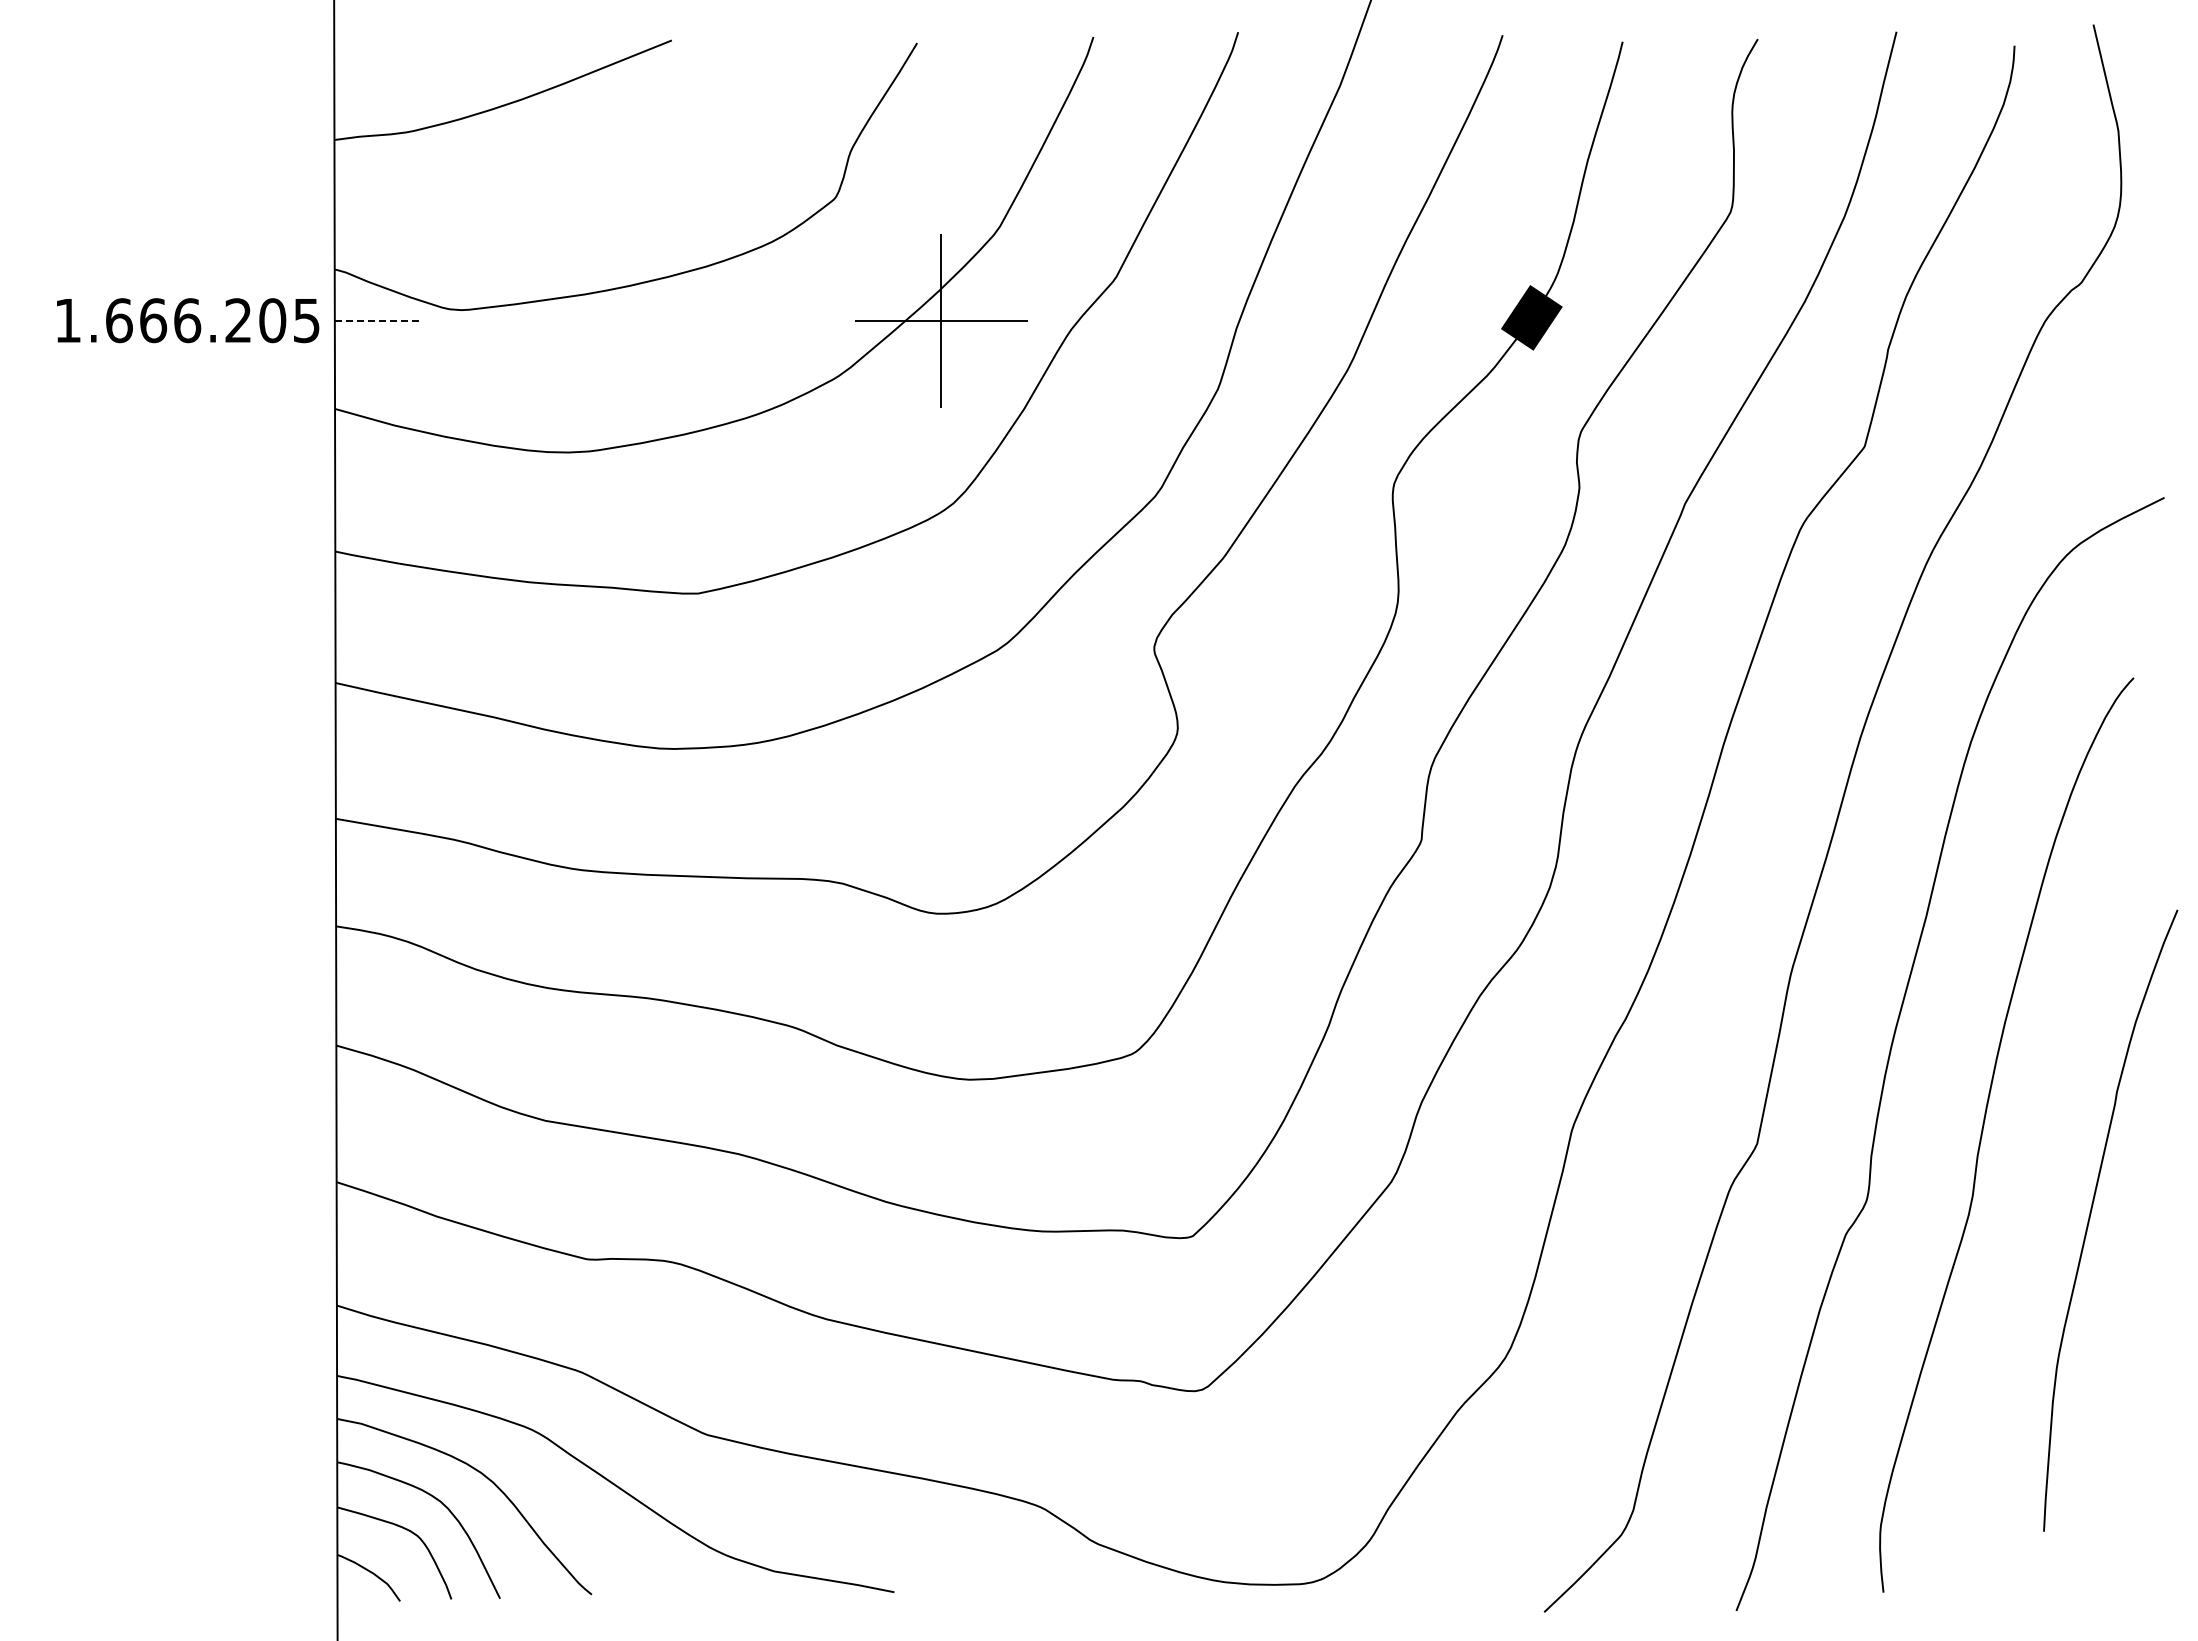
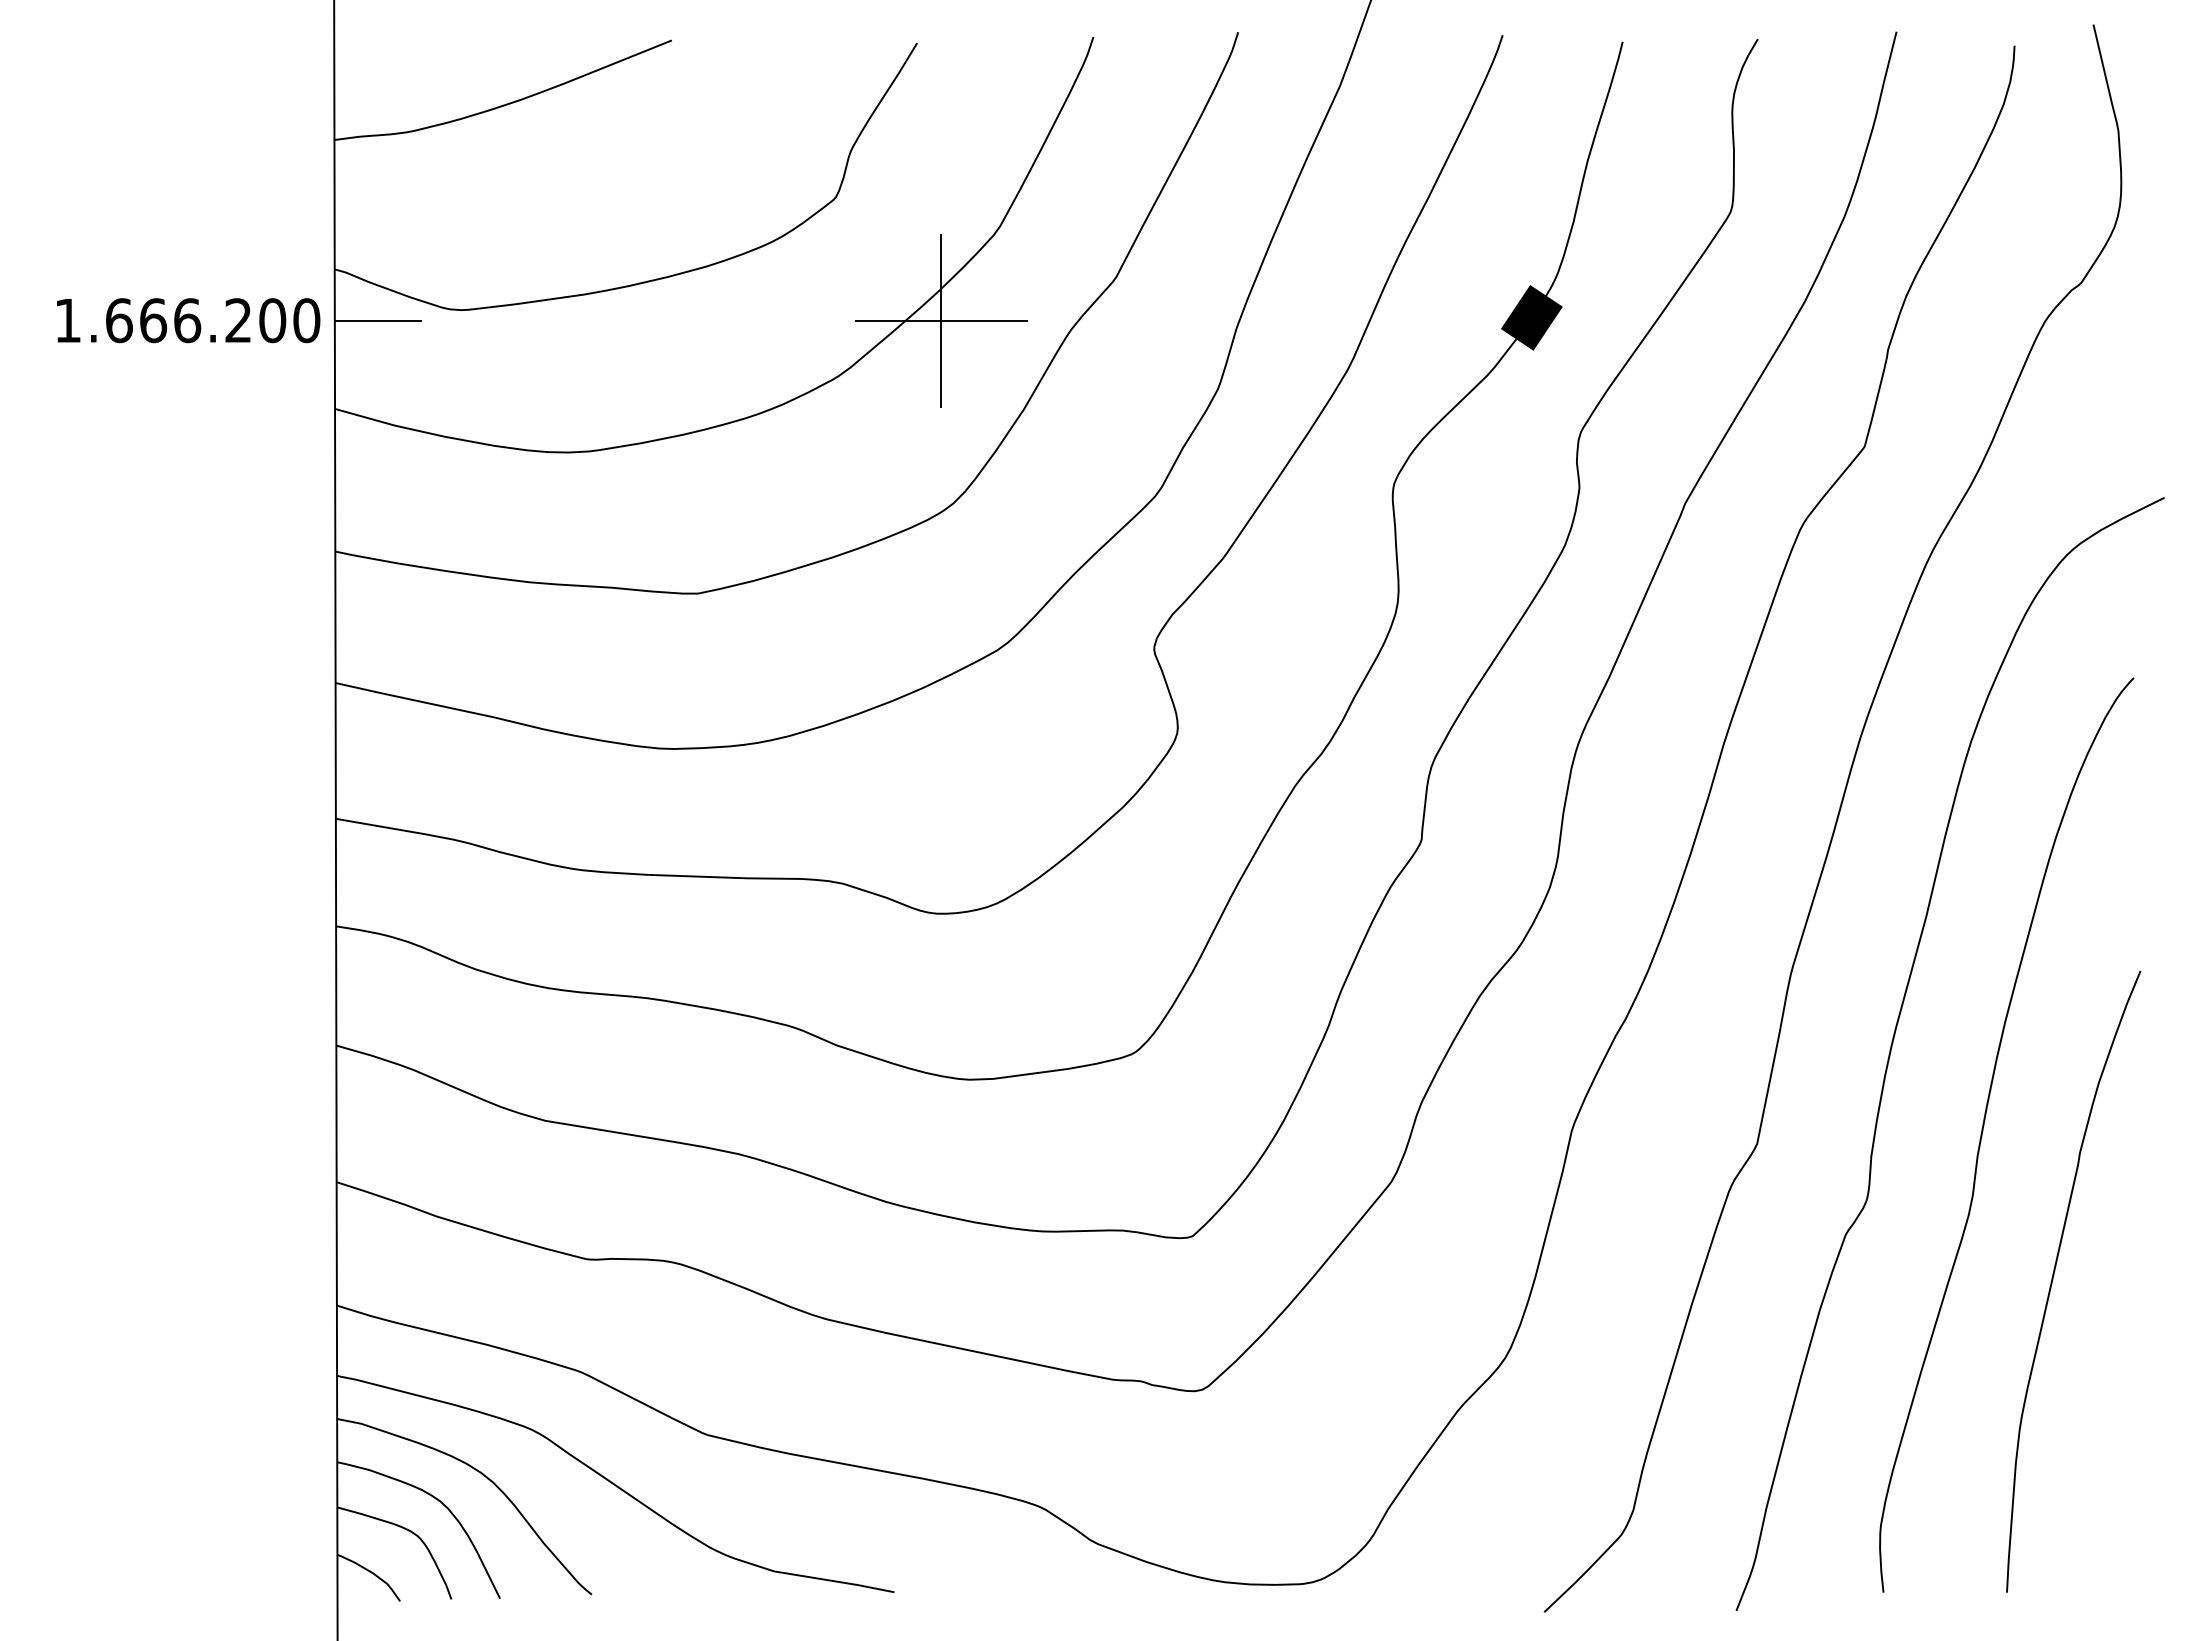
text at (306, 320): 1.666.205 -> 1.666.200
line at (378, 320): dashed -> solid
curve at (2091, 1214) position: (2091, 1214) -> (2054, 1275)
